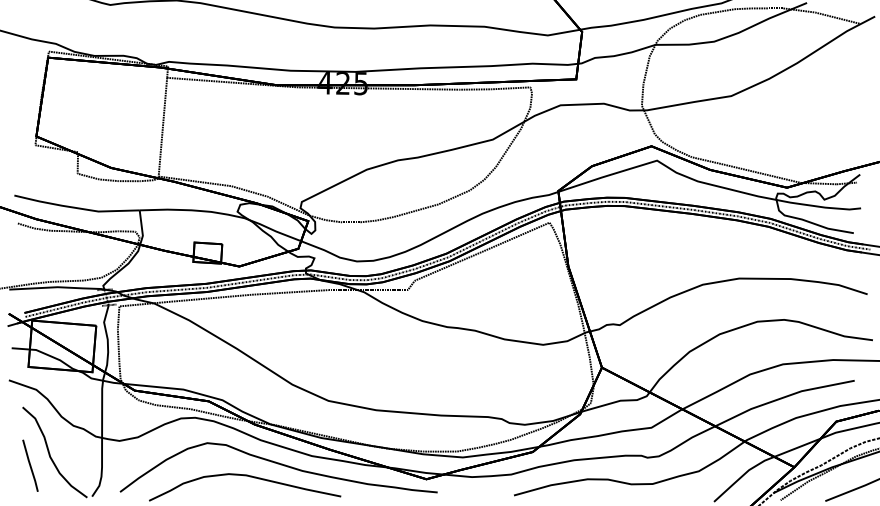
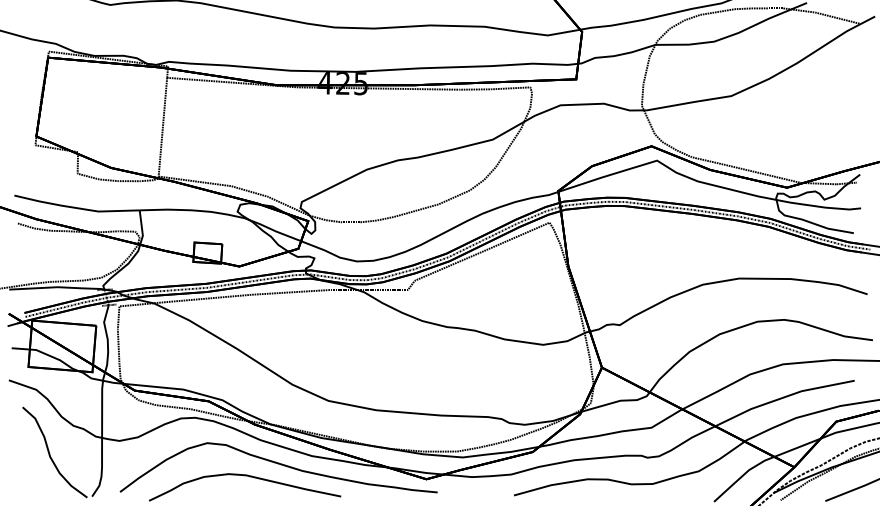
line at (30, 465): present -> none
